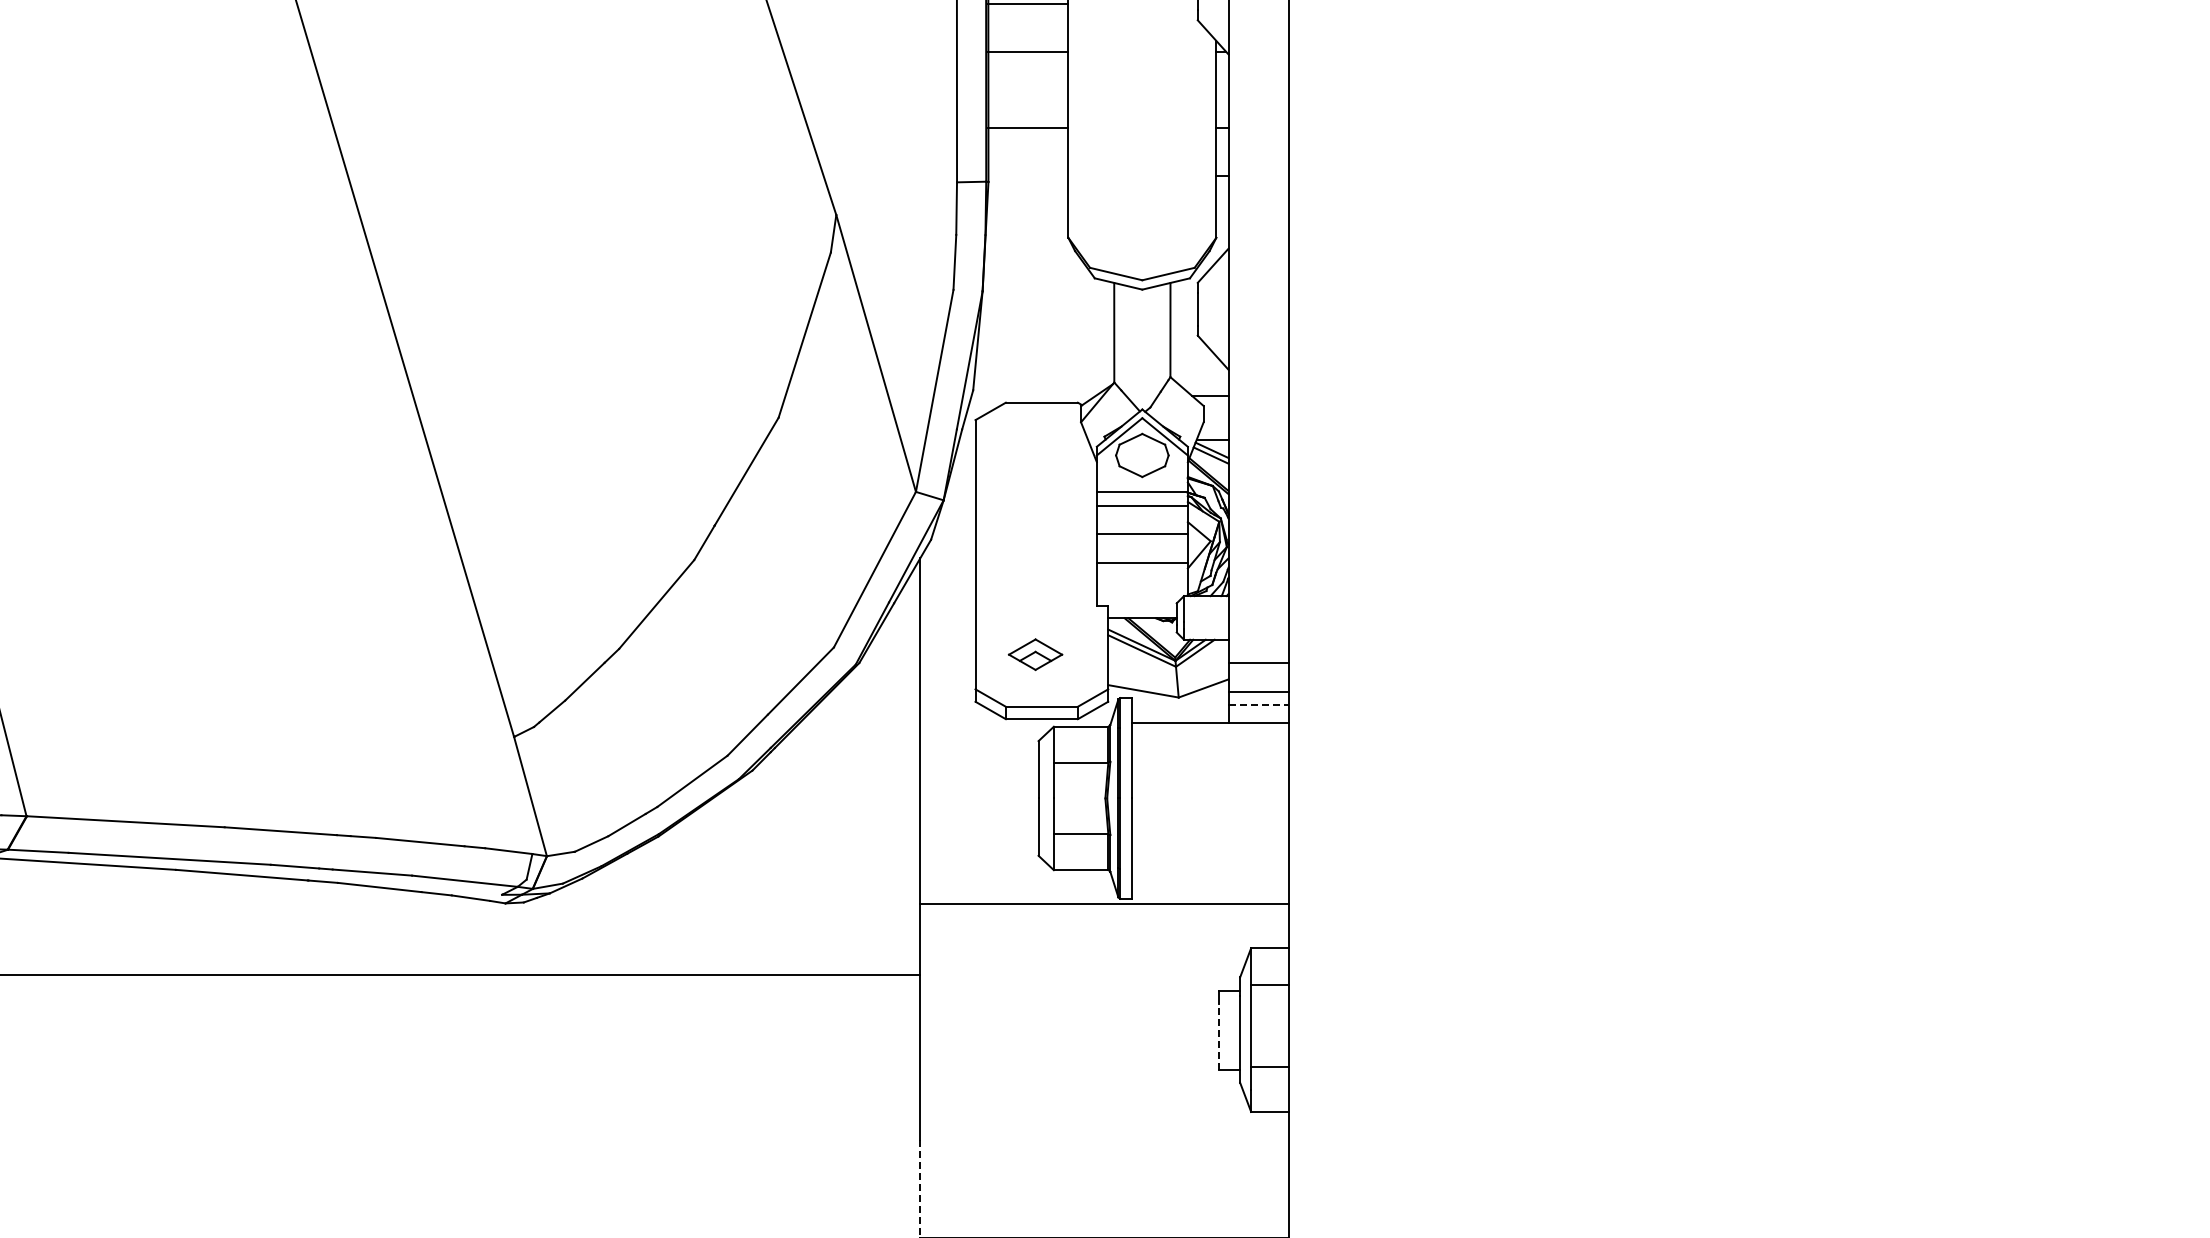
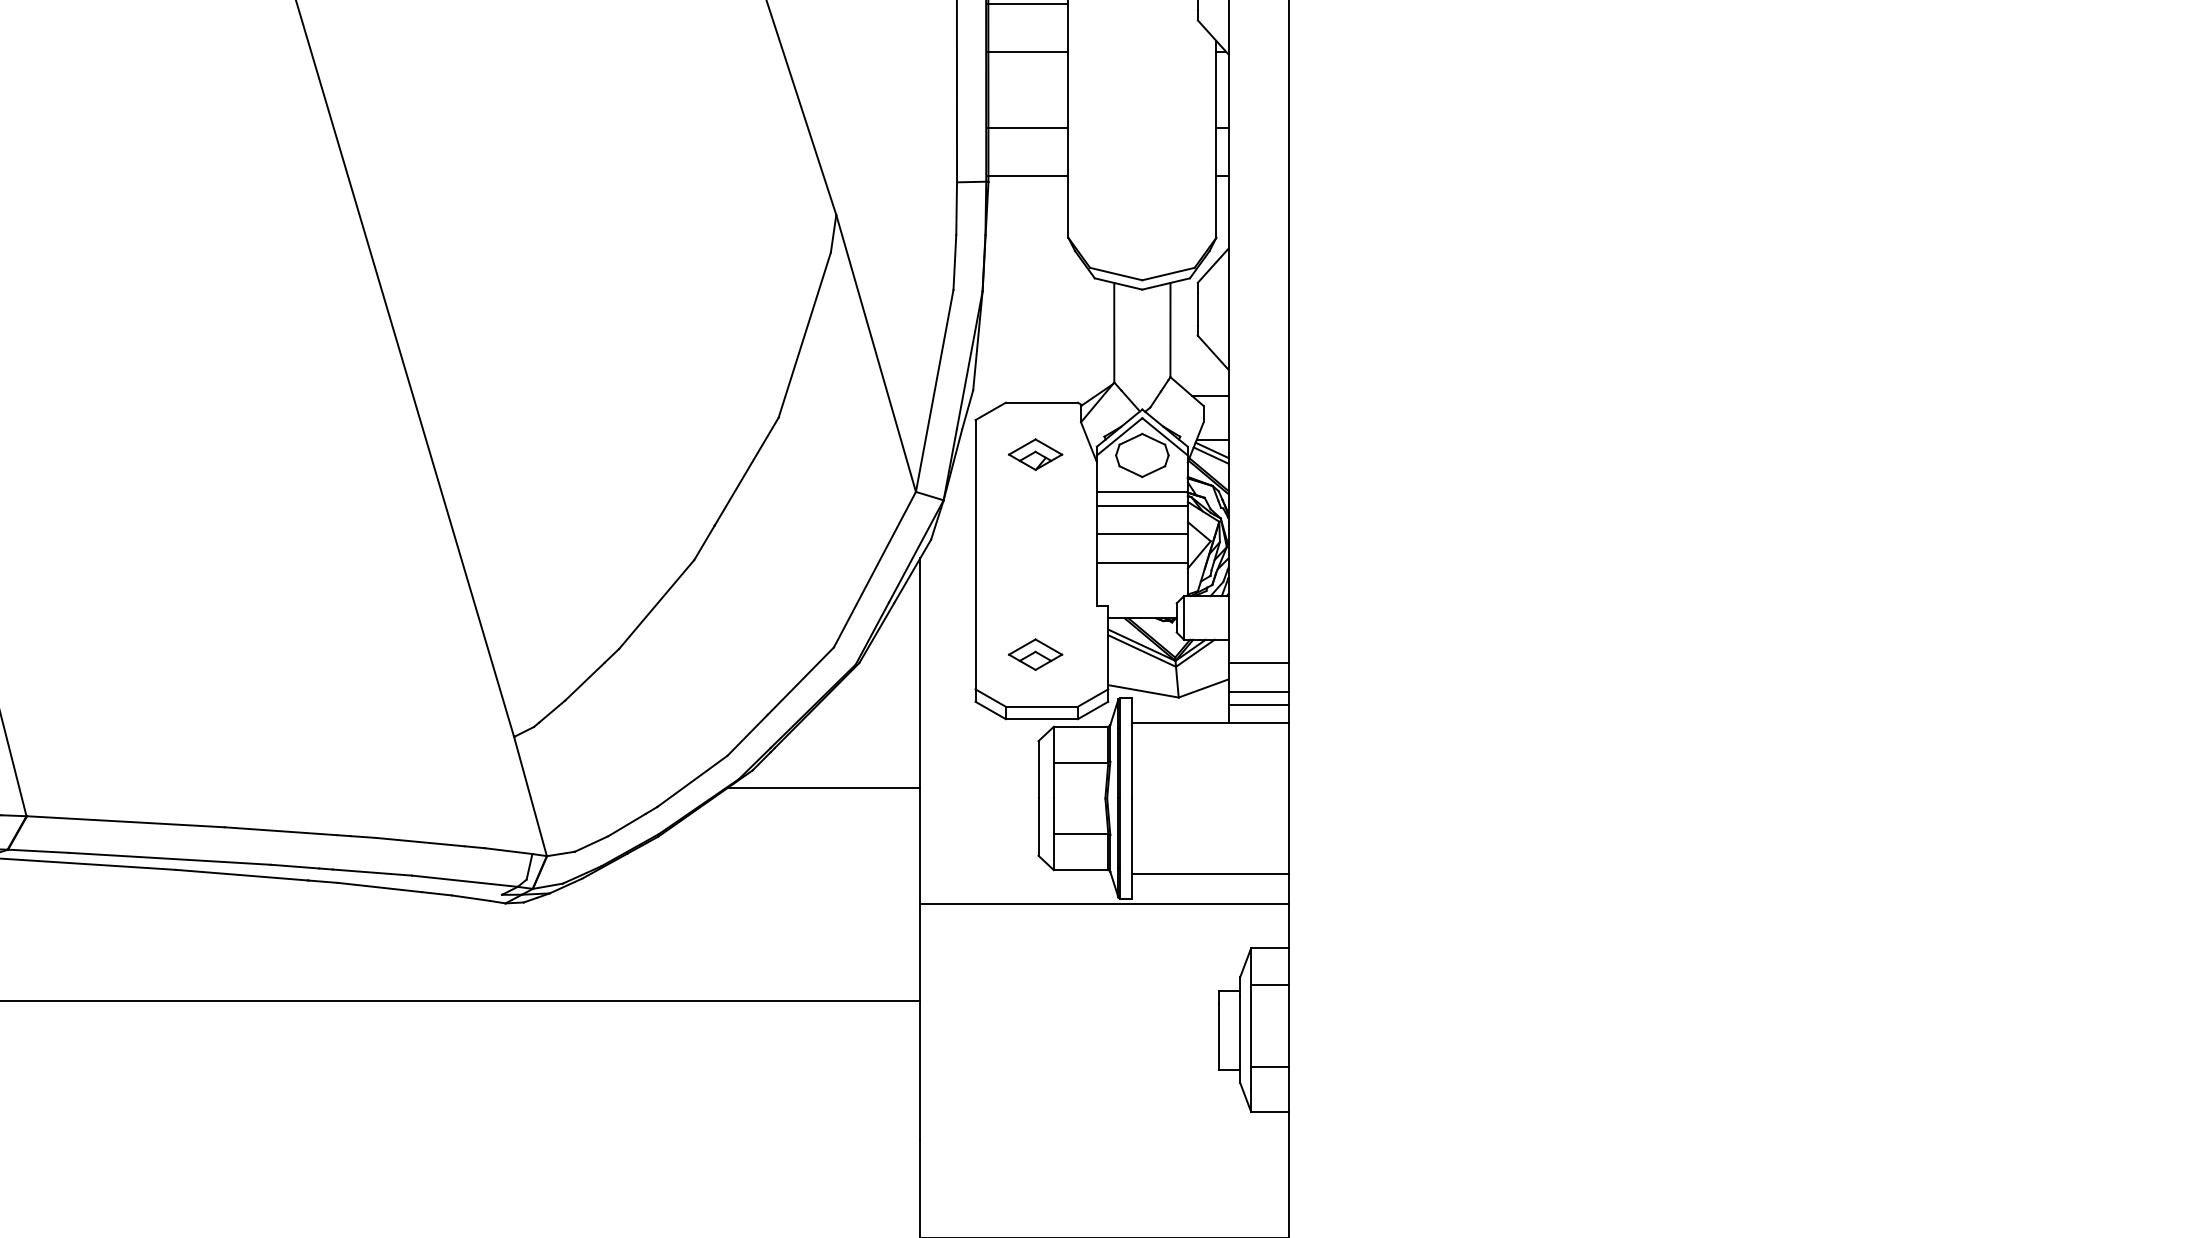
line at (1028, 175): none -> present
part at (1035, 454): none -> present
line at (1259, 704): dashed -> solid
line at (823, 788): none -> present
line at (1210, 874): none -> present
line at (461, 974) position: (461, 974) -> (461, 1000)
line at (1218, 1036): dashed -> solid
line at (920, 1189): dashed -> solid
